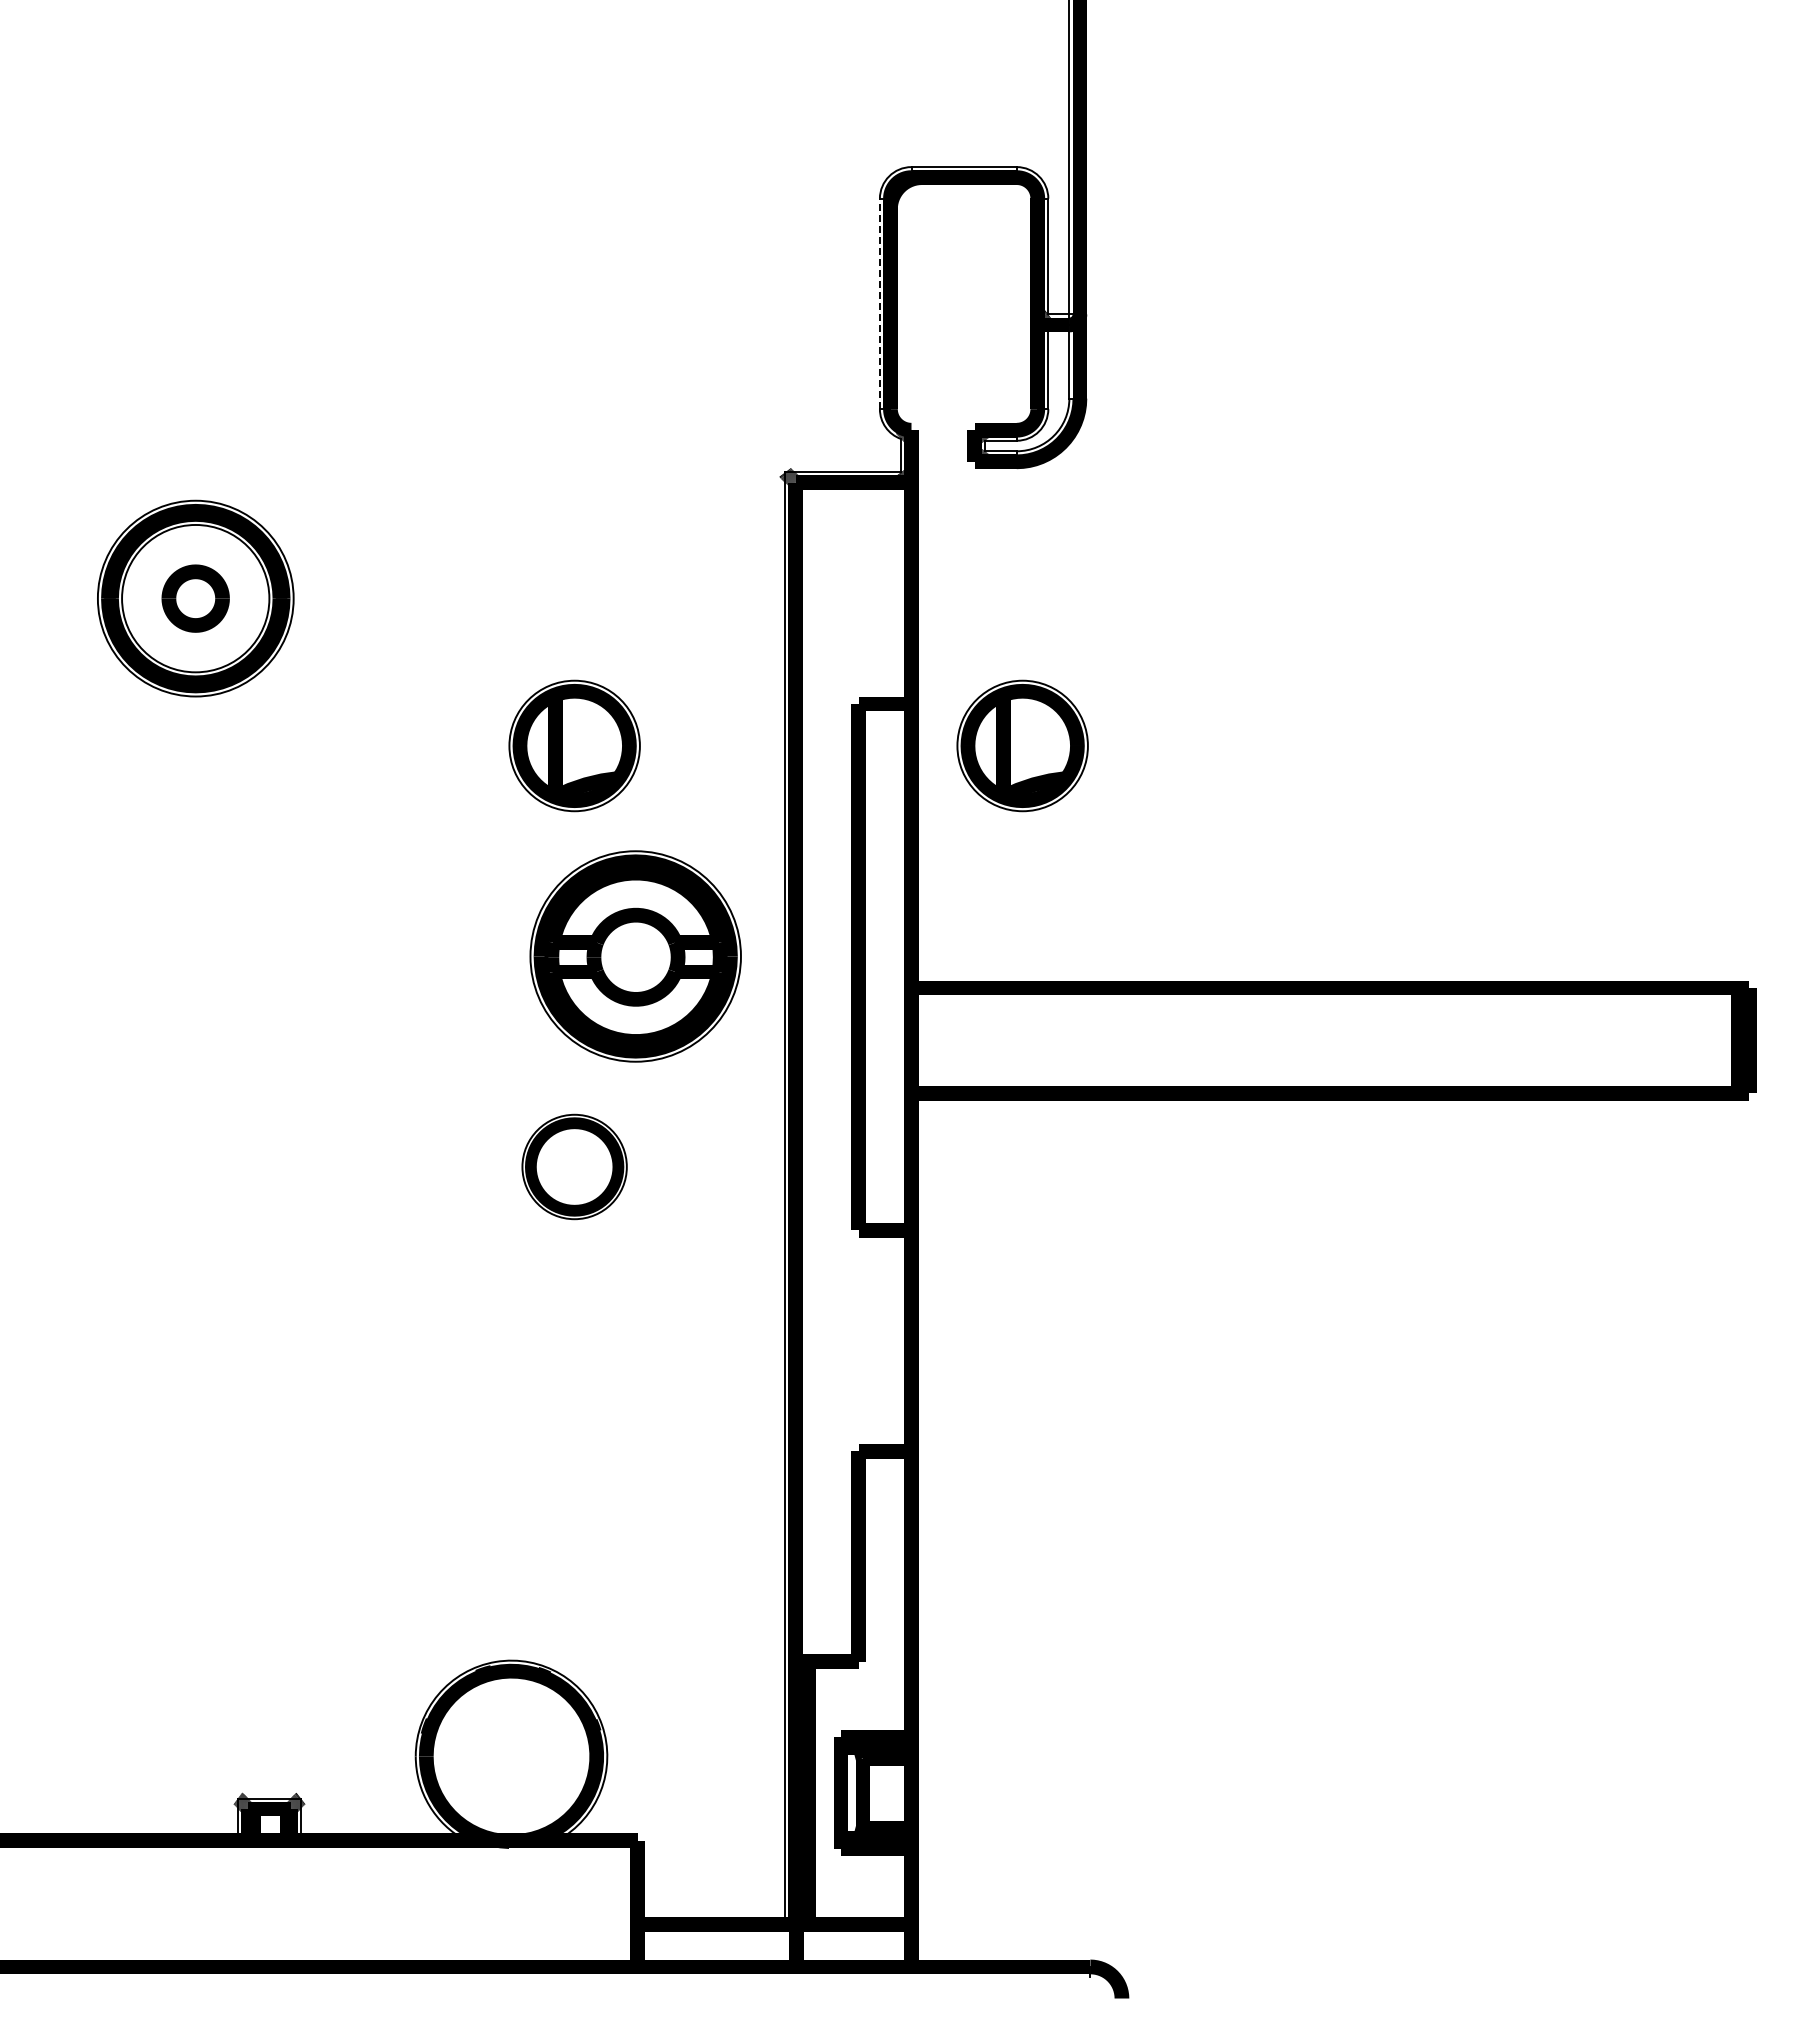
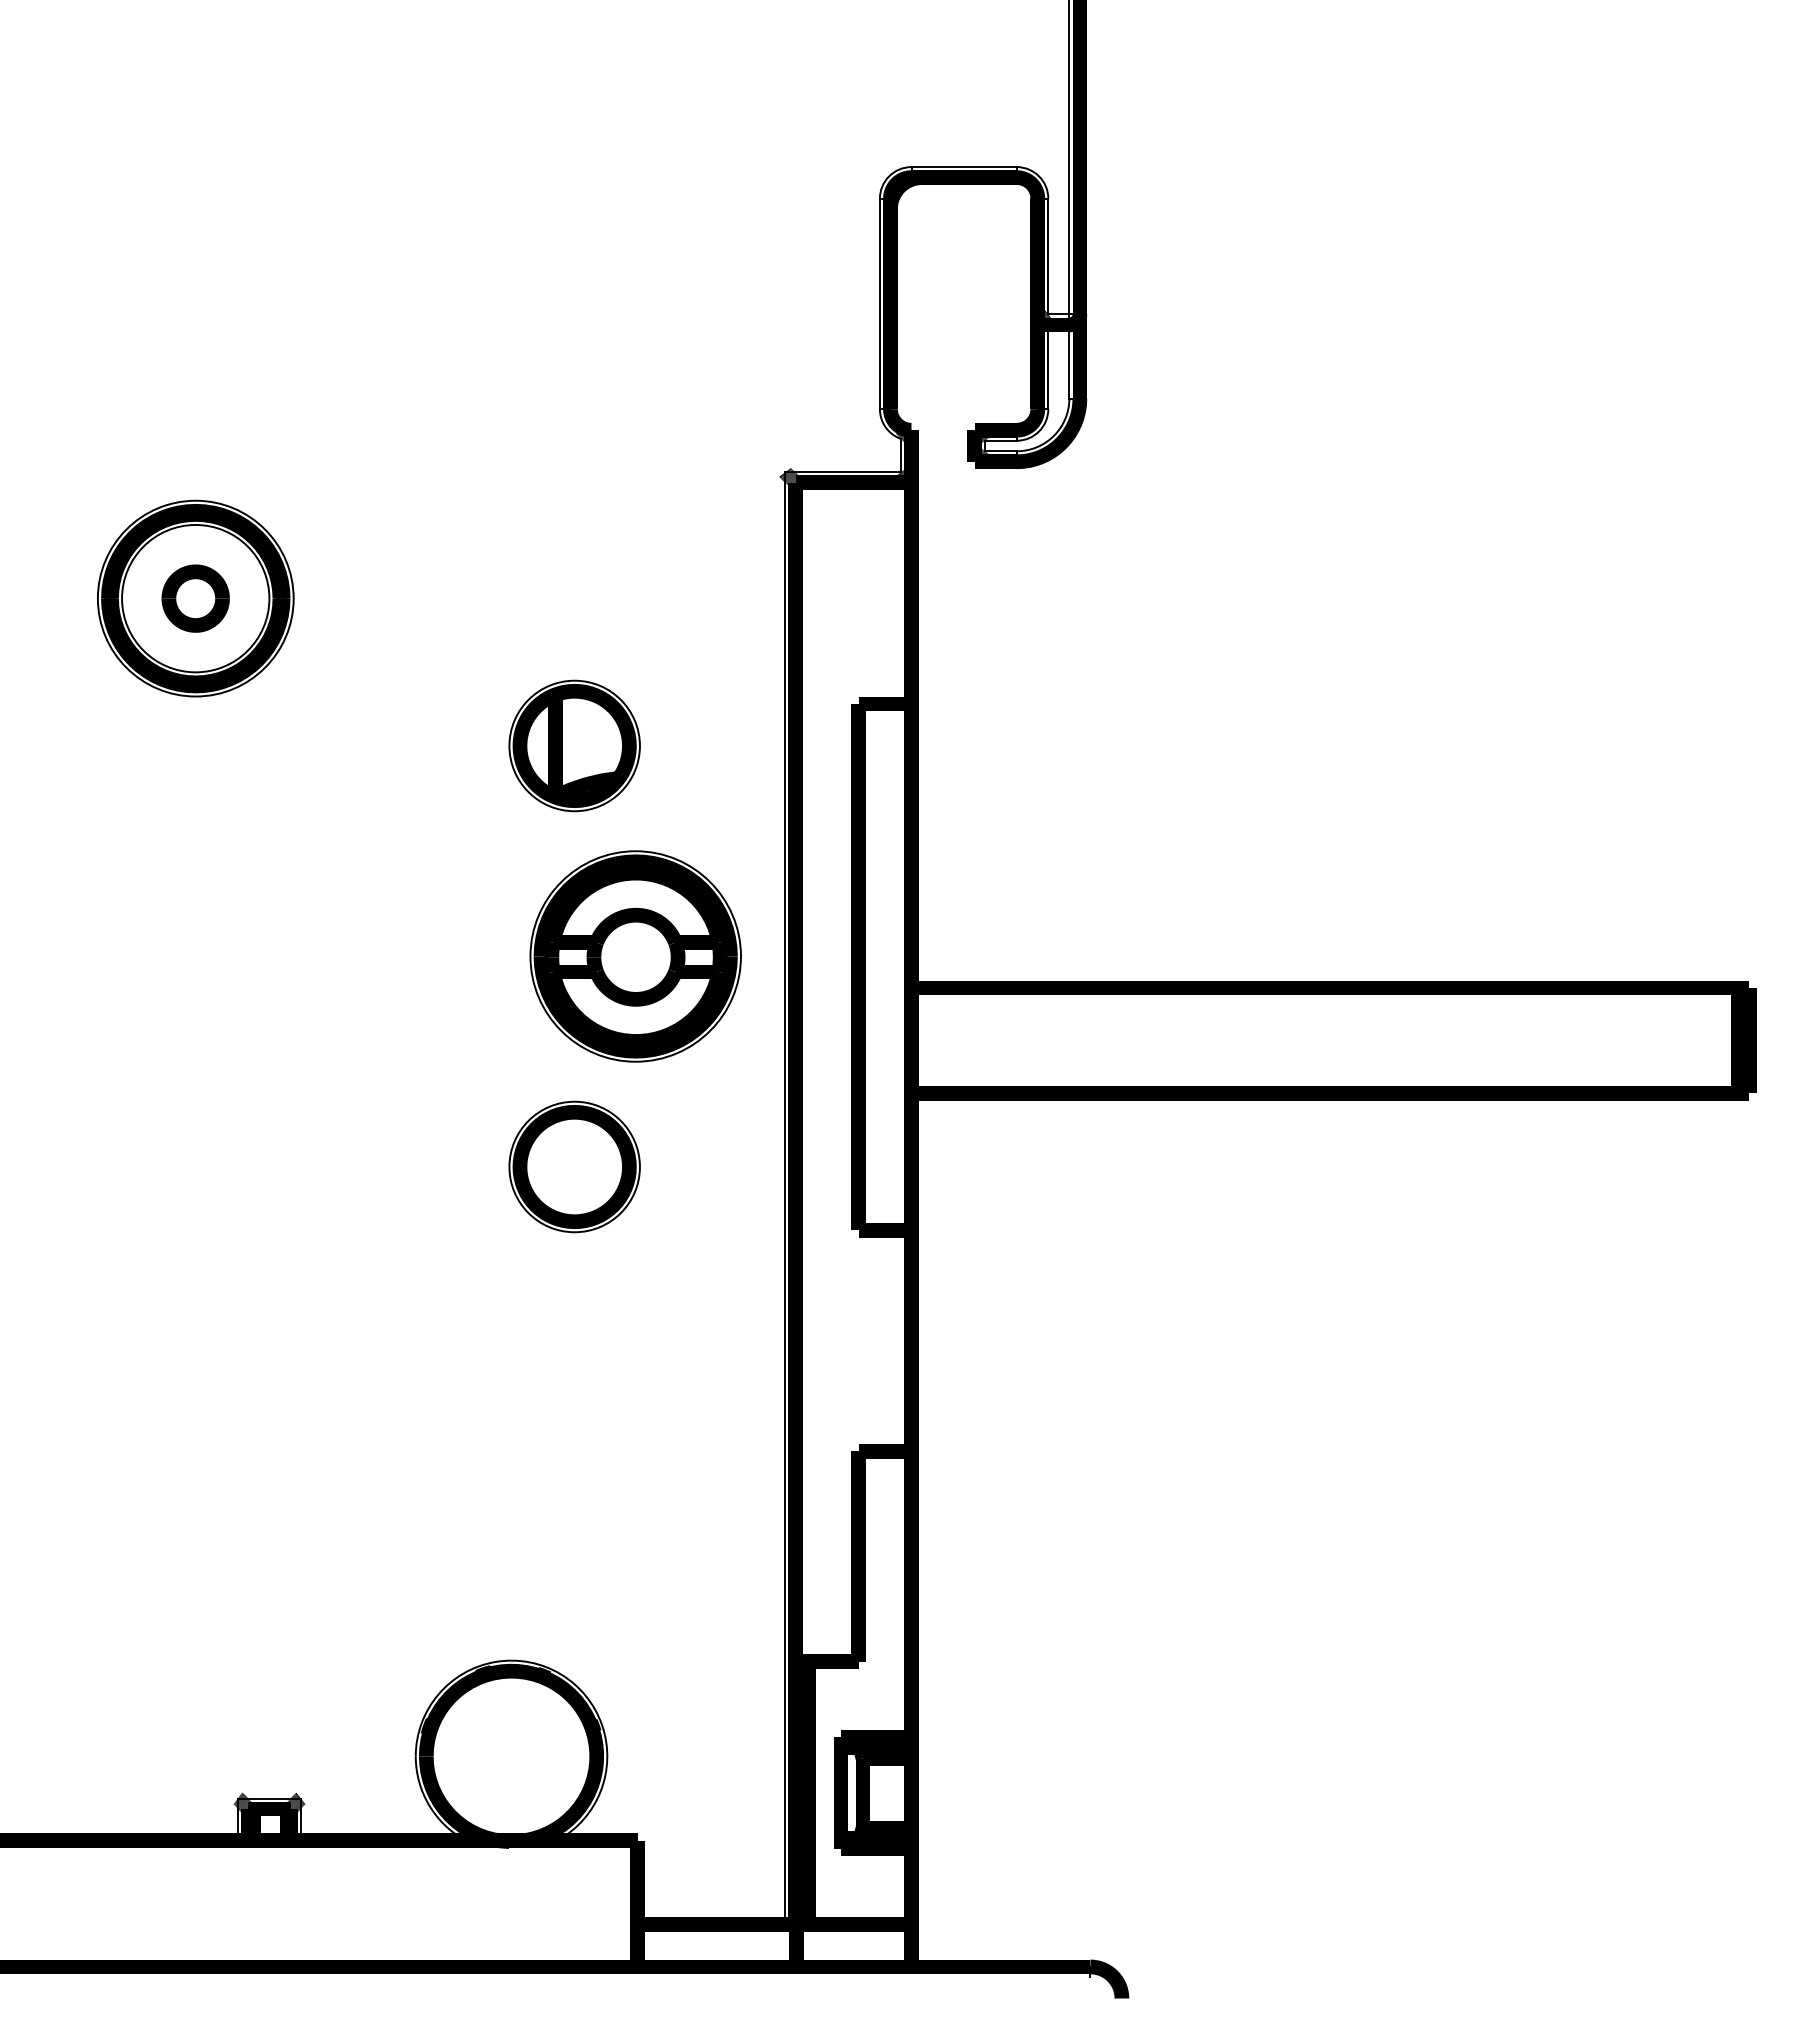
line at (879, 303): dashed -> solid
part at (1022, 745): present -> none
part at (574, 1166) size: 107x108 px -> 133x134 px
